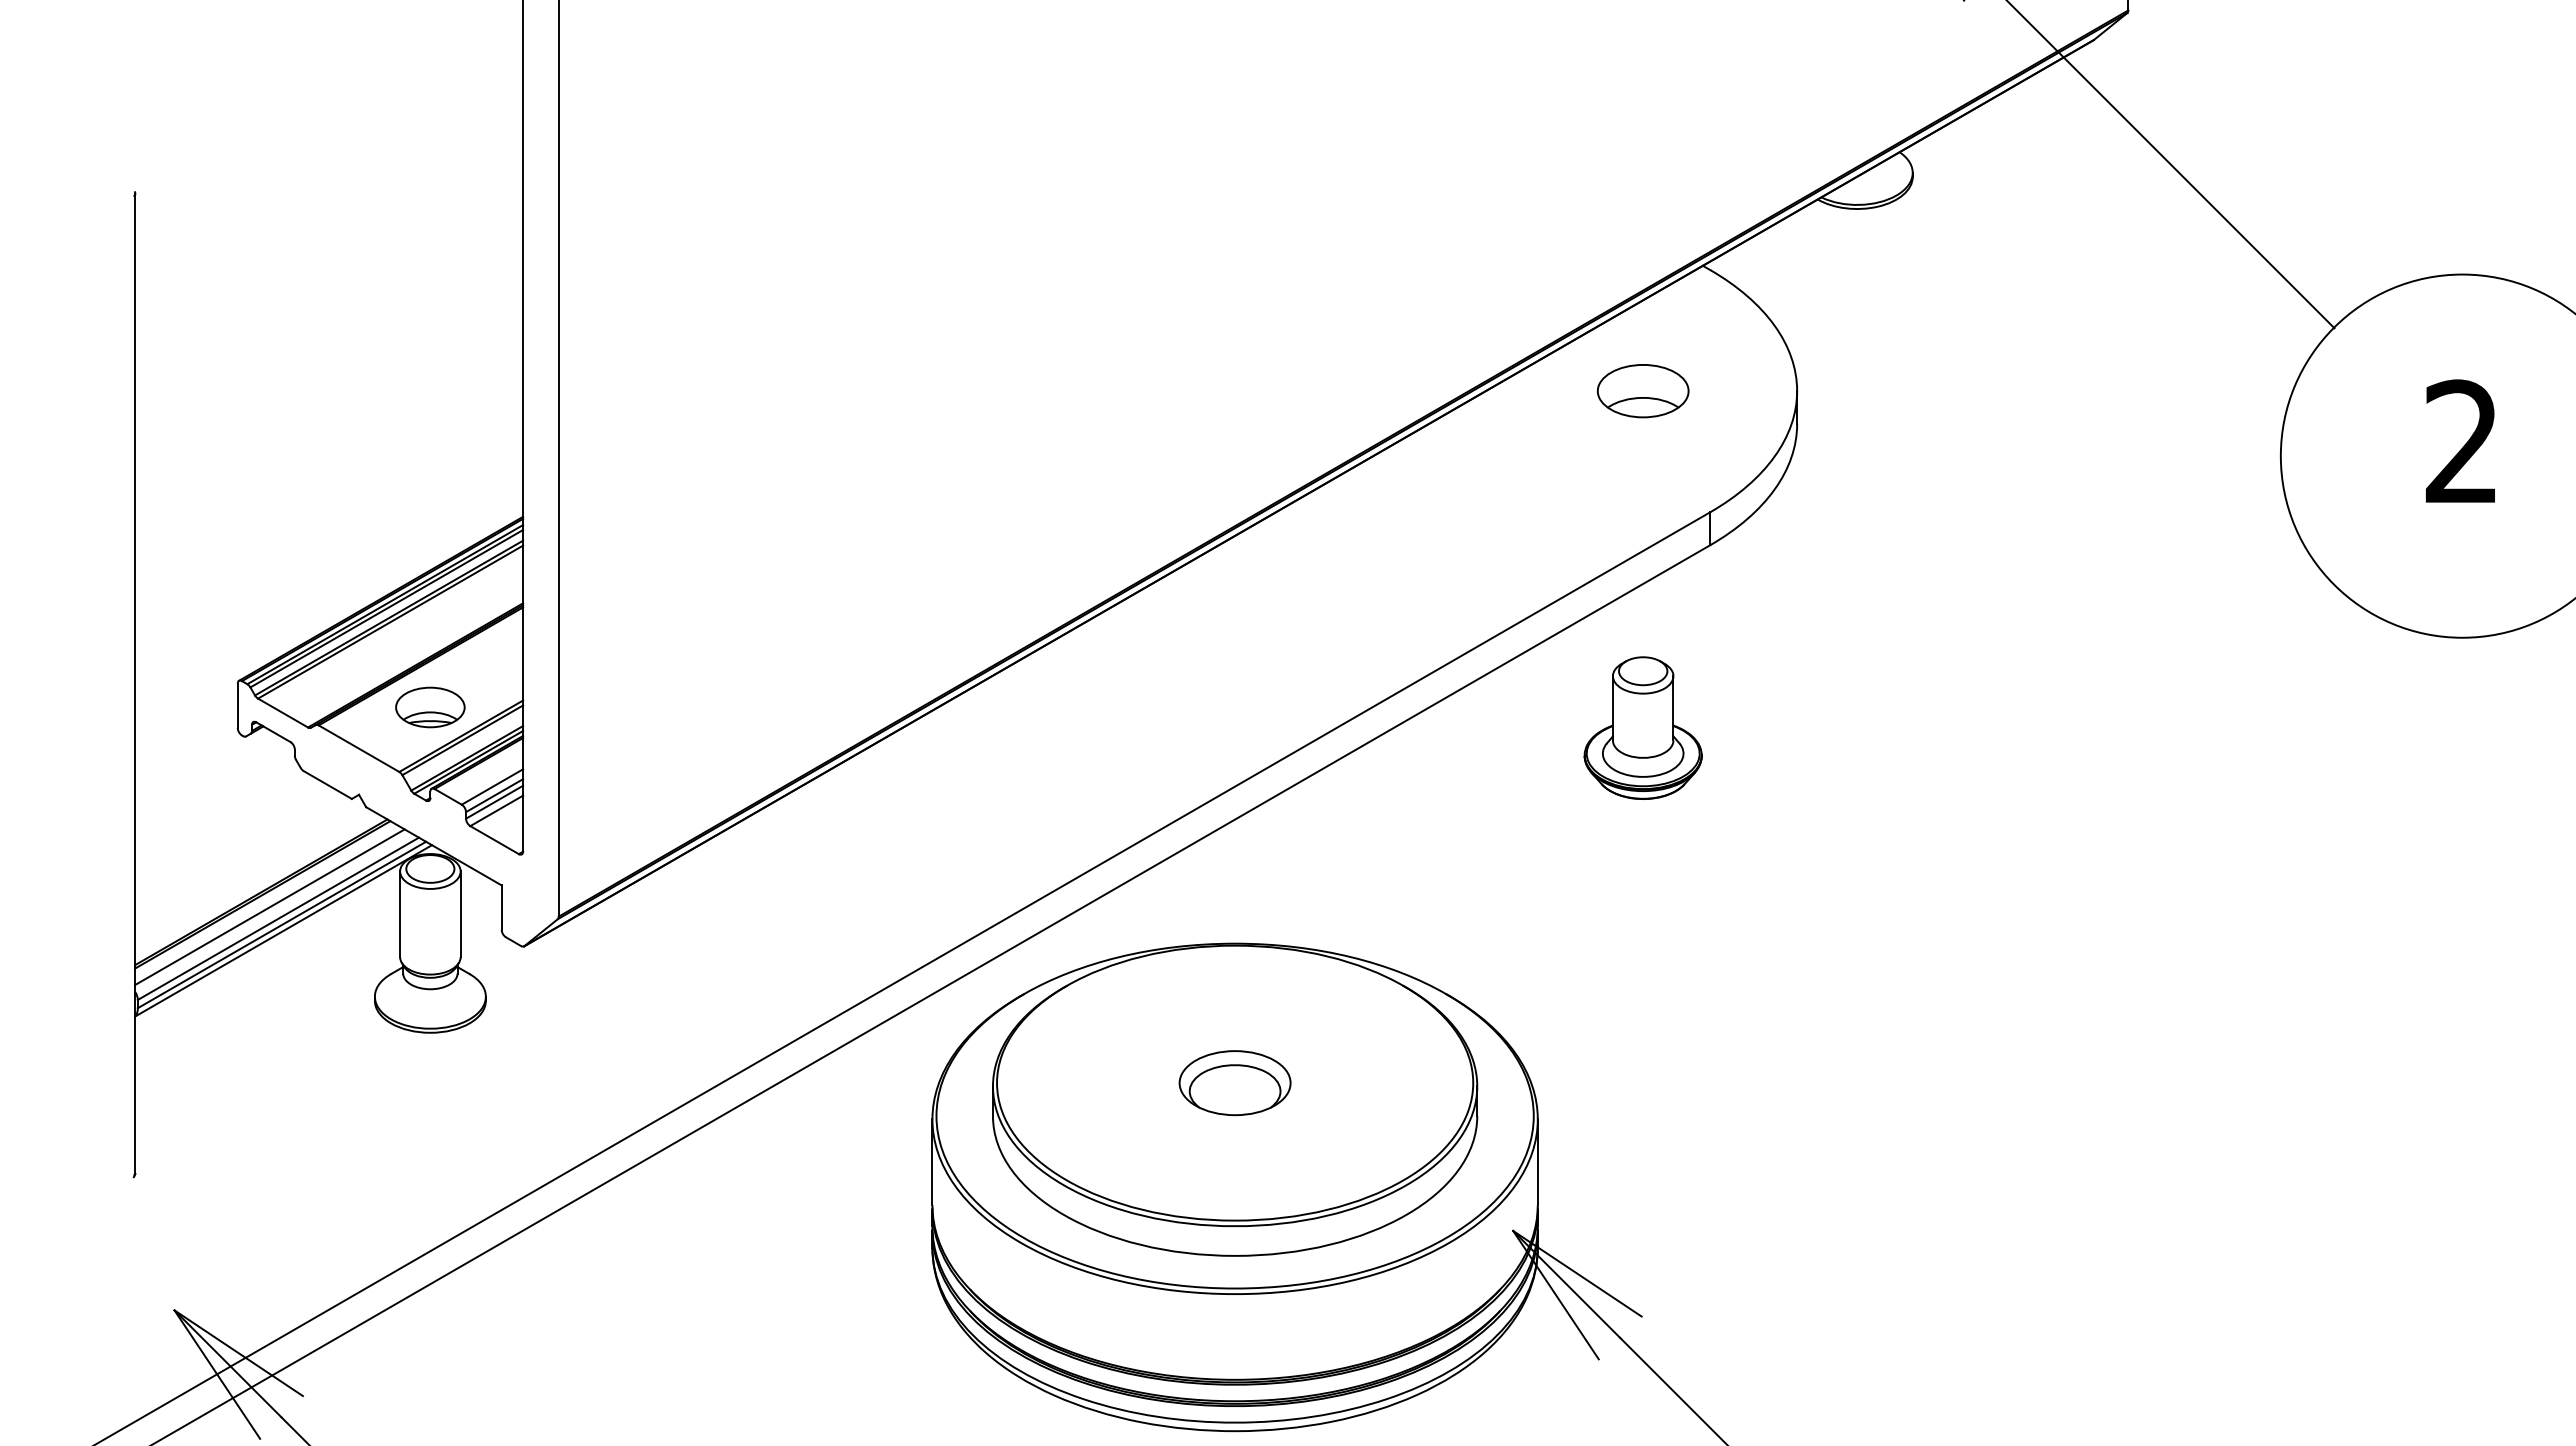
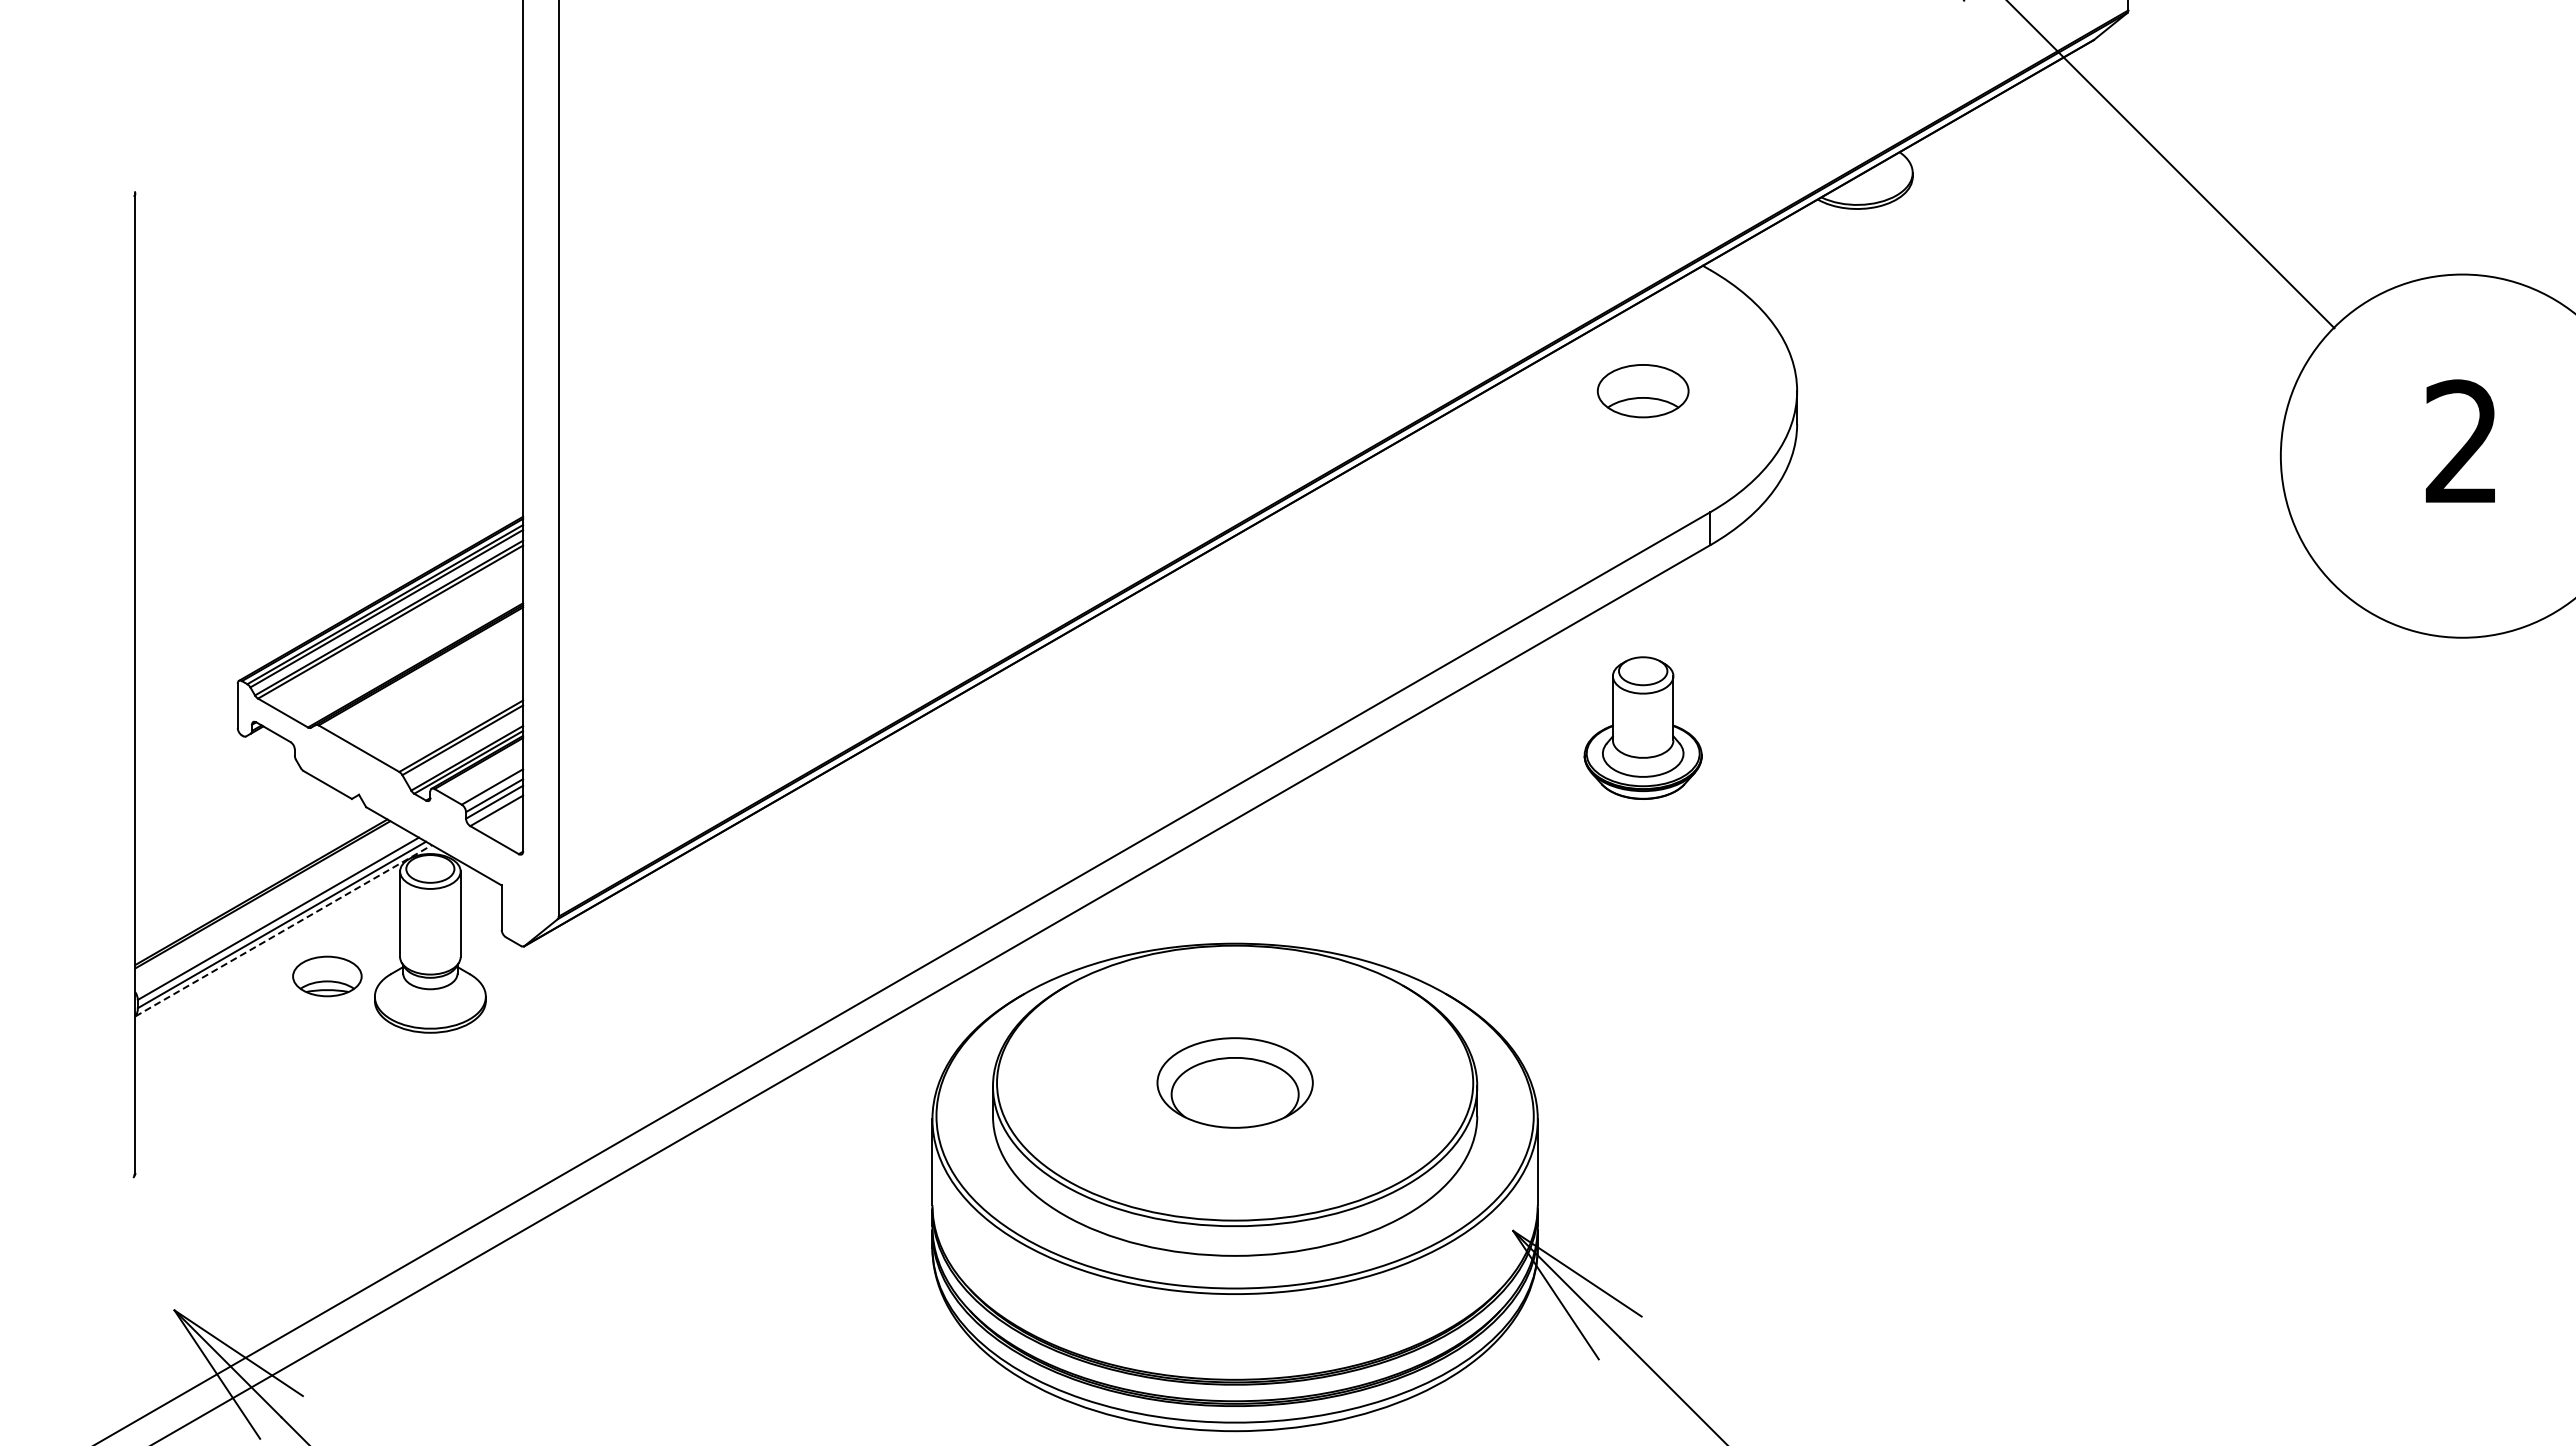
part at (430, 707) position: (430, 707) -> (327, 976)
line at (269, 906): present -> none
line at (284, 930): solid -> dashed
part at (1234, 1083) size: 114x67 px -> 158x92 px
